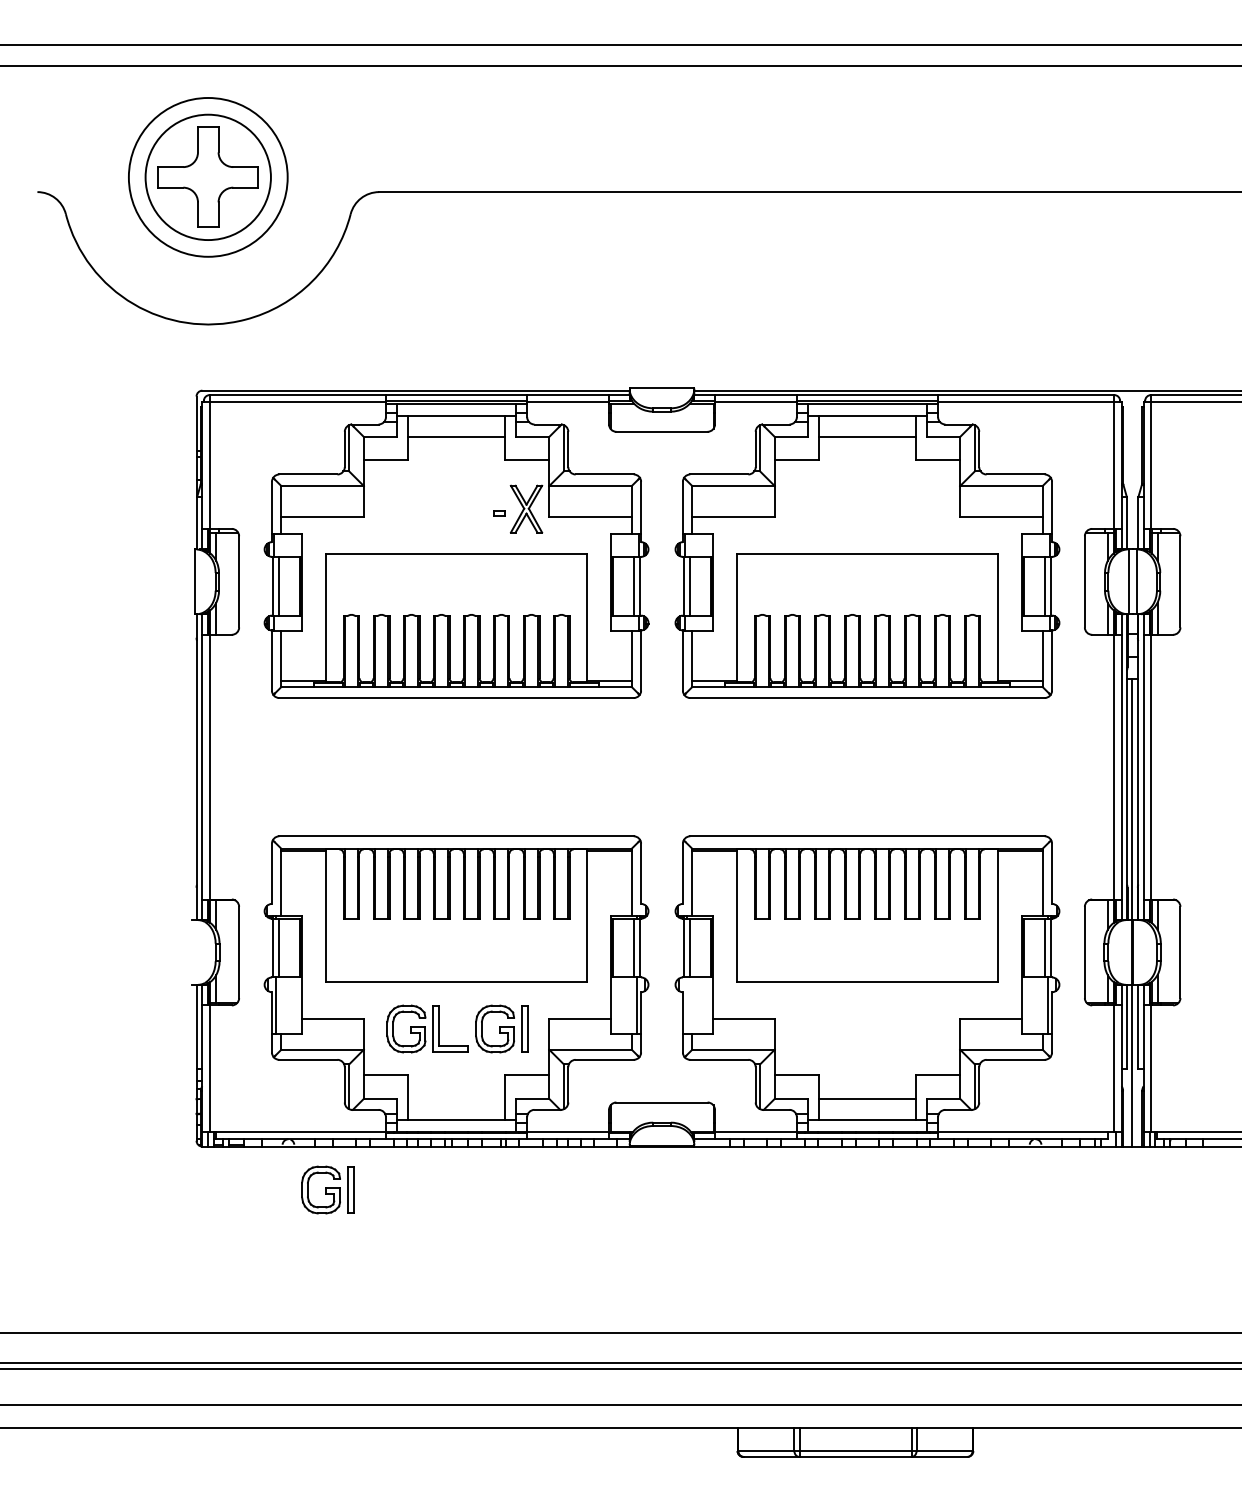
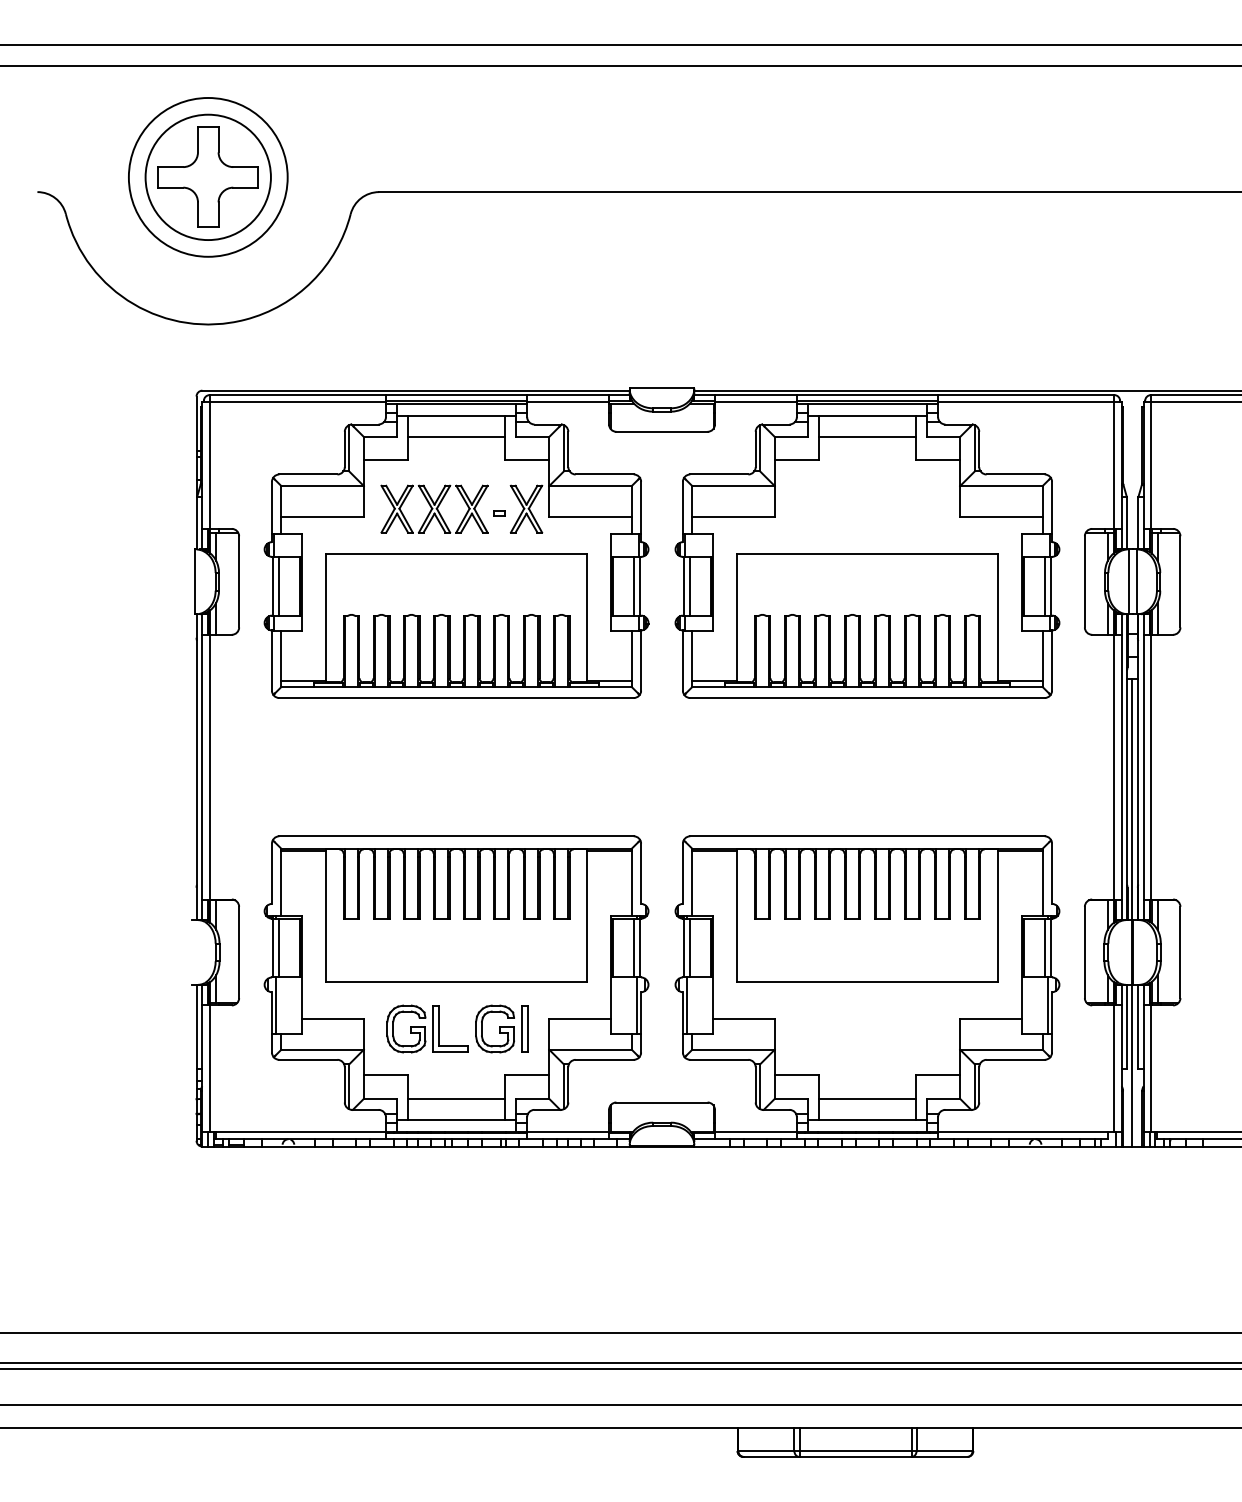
part at (434, 508): none -> present
line at (686, 1005): none -> present
line at (456, 1098): none -> present
part at (327, 1189): present -> none
